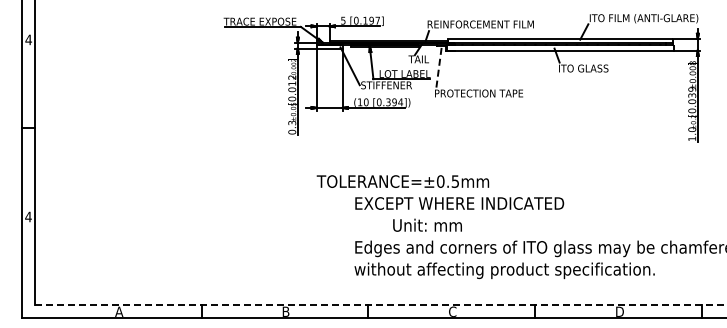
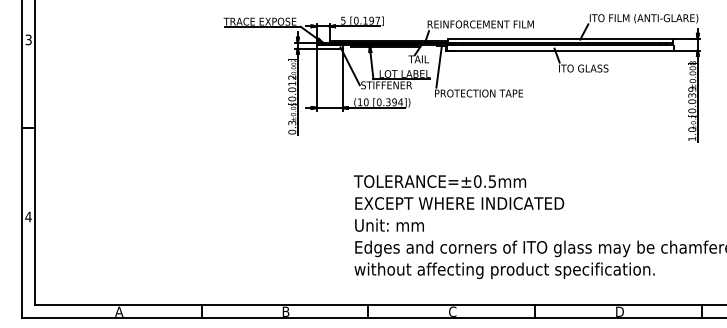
text at (28, 39): 4 -> 3
line at (439, 66): dashed -> solid
text at (402, 181) position: (402, 181) -> (439, 181)
text at (427, 224) position: (427, 224) -> (389, 224)
line at (380, 305): dashed -> solid
